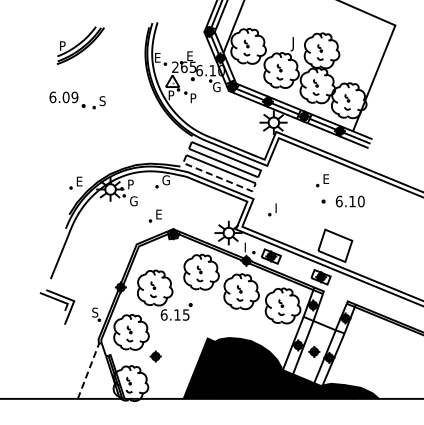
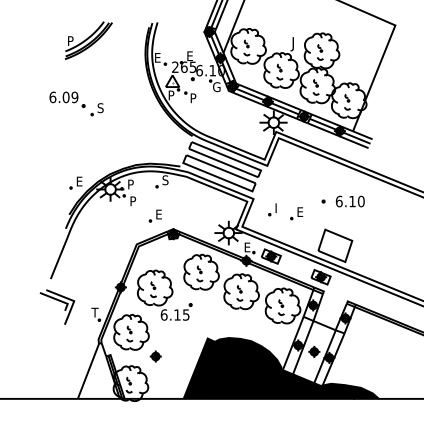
part at (80, 45) position: (80, 45) -> (88, 40)
part at (98, 102) position: (98, 102) -> (96, 109)
line at (218, 177): dashed -> solid
text at (165, 180): G -> S
part at (322, 180) position: (322, 180) -> (296, 213)
text at (133, 201): G -> P
text at (248, 247): I -> E
text at (94, 312): S -> T
line at (88, 371): dashed -> solid
